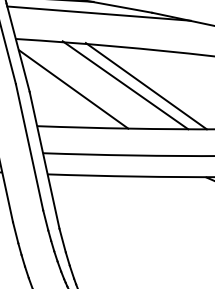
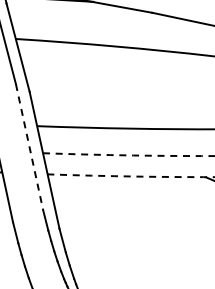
line at (98, 13): present -> none
line at (125, 85): present -> none
line at (145, 86): present -> none
line at (73, 89): present -> none
line at (29, 147): solid -> dashed
arc at (129, 155): solid -> dashed
arc at (131, 176): solid -> dashed
